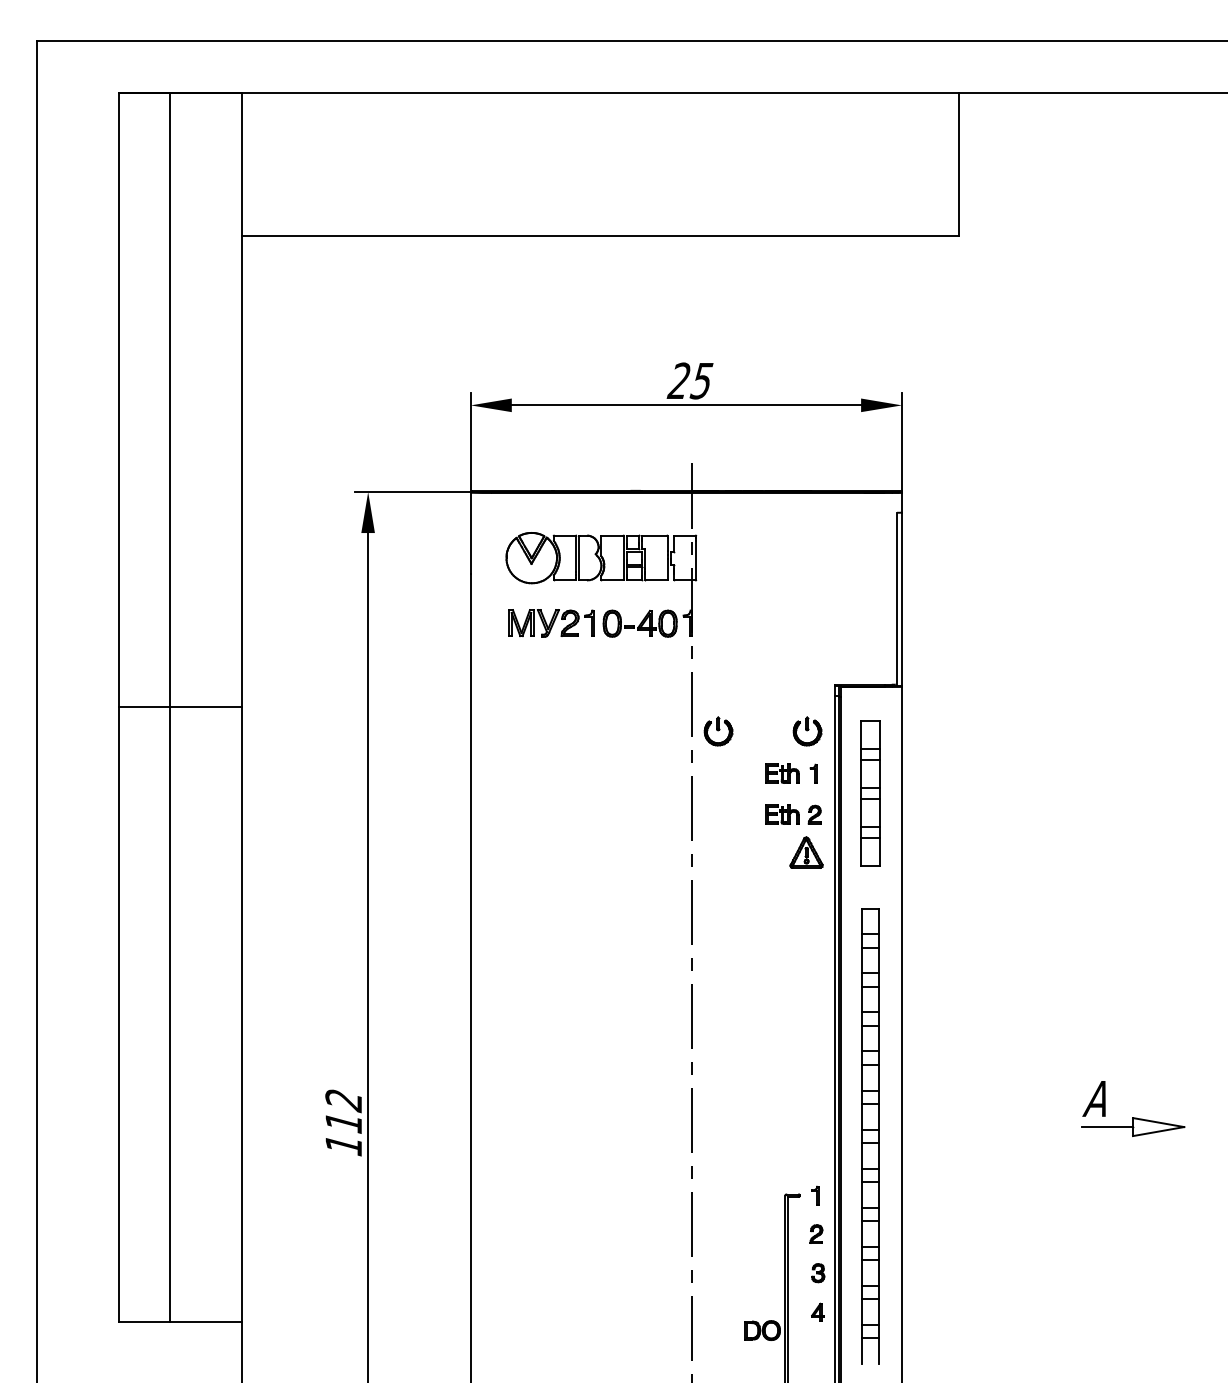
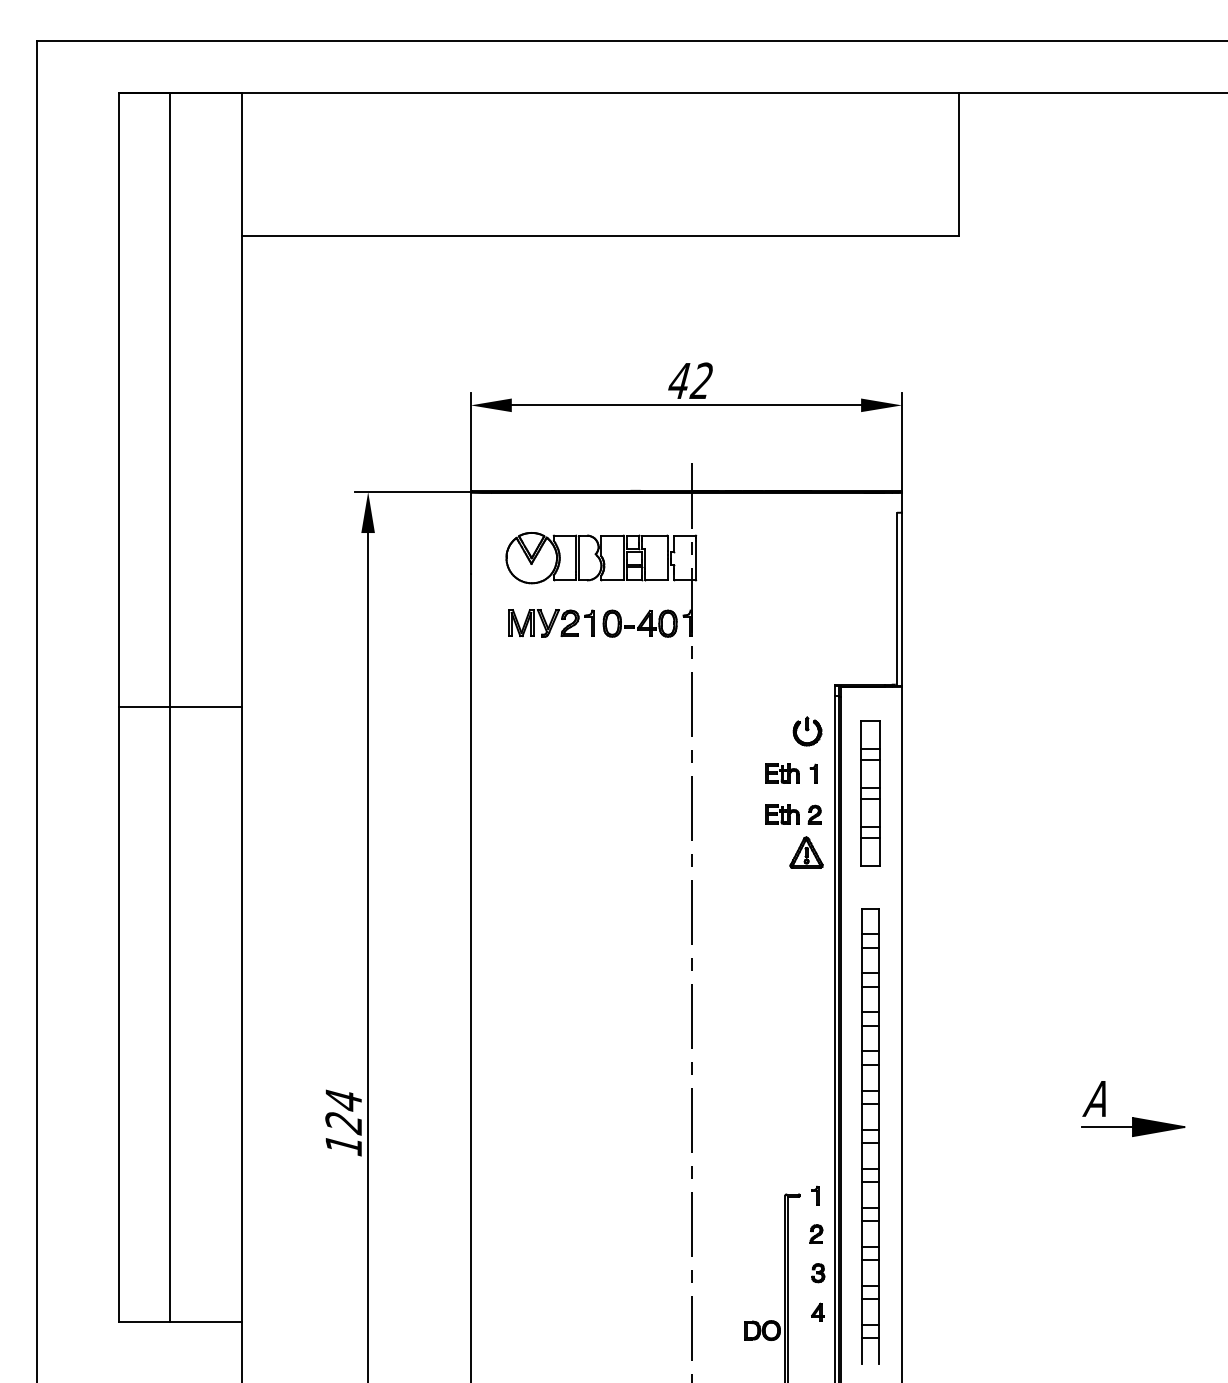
text at (689, 380): 25 -> 42
part at (718, 731): present -> none
text at (343, 1112): 112 -> 124
fill at (1158, 1127): none -> present
